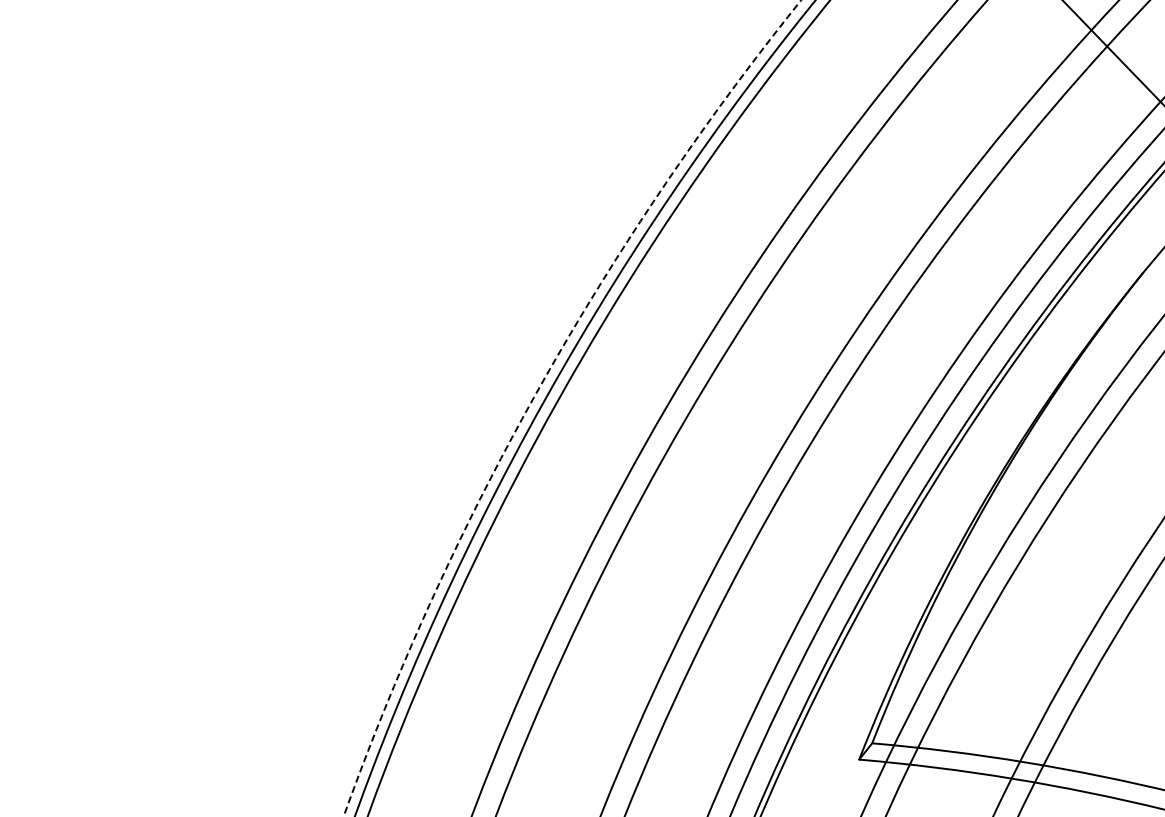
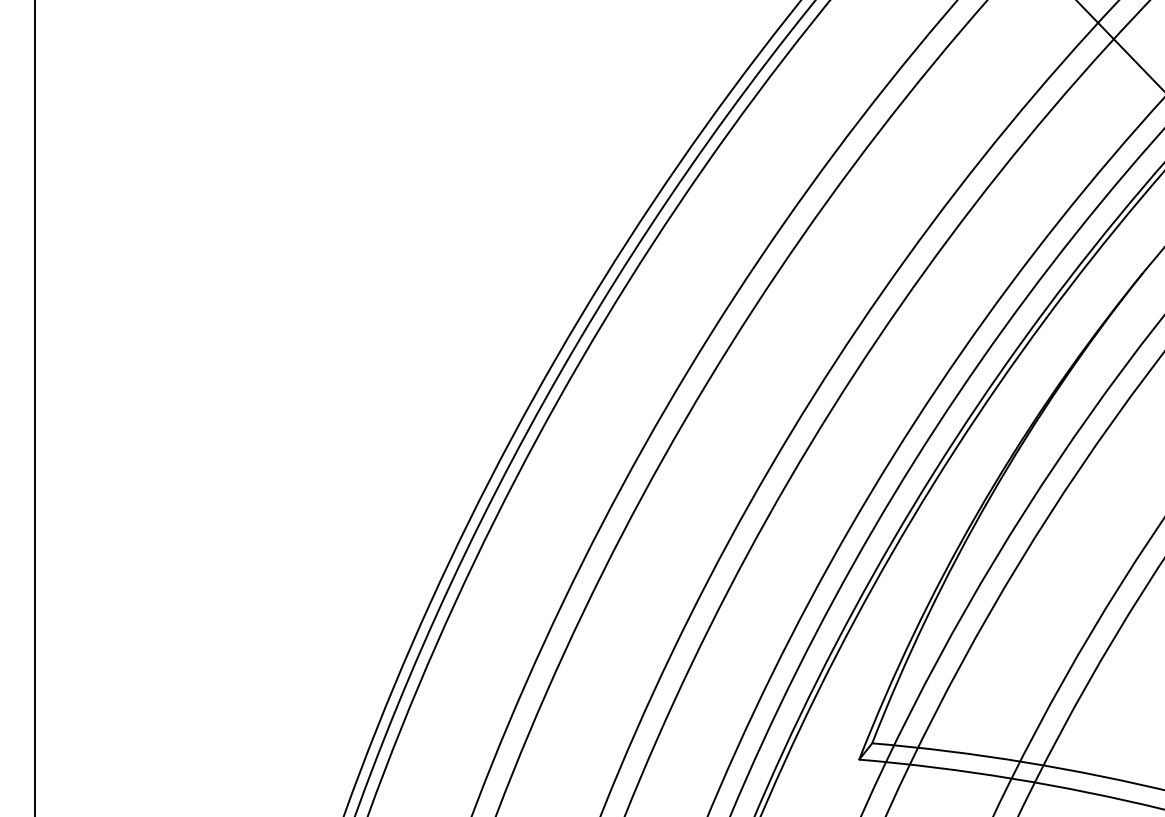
line at (1112, 52) position: (1112, 52) -> (1119, 45)
arc at (538, 390): dashed -> solid
line at (34, 407): none -> present
